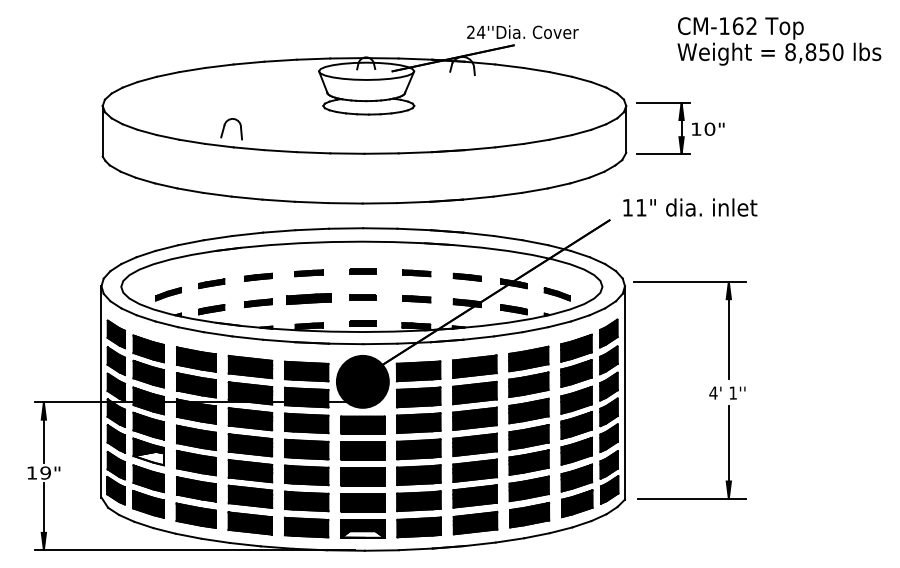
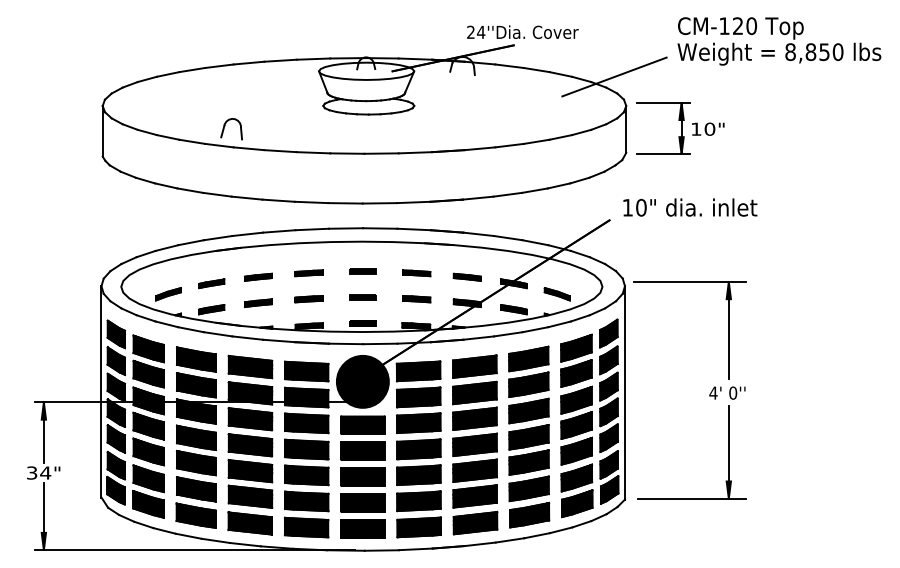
text at (744, 26): CM-162 -> CM-120
line at (614, 76): none -> present
text at (641, 207): 11" -> 10"
part at (308, 298) size: 46x12 px -> 30x9 px
text at (733, 392): 1'' -> 0''
fill at (148, 458): none -> present
text at (39, 472): 19" -> 34"
fill at (362, 534): none -> present
